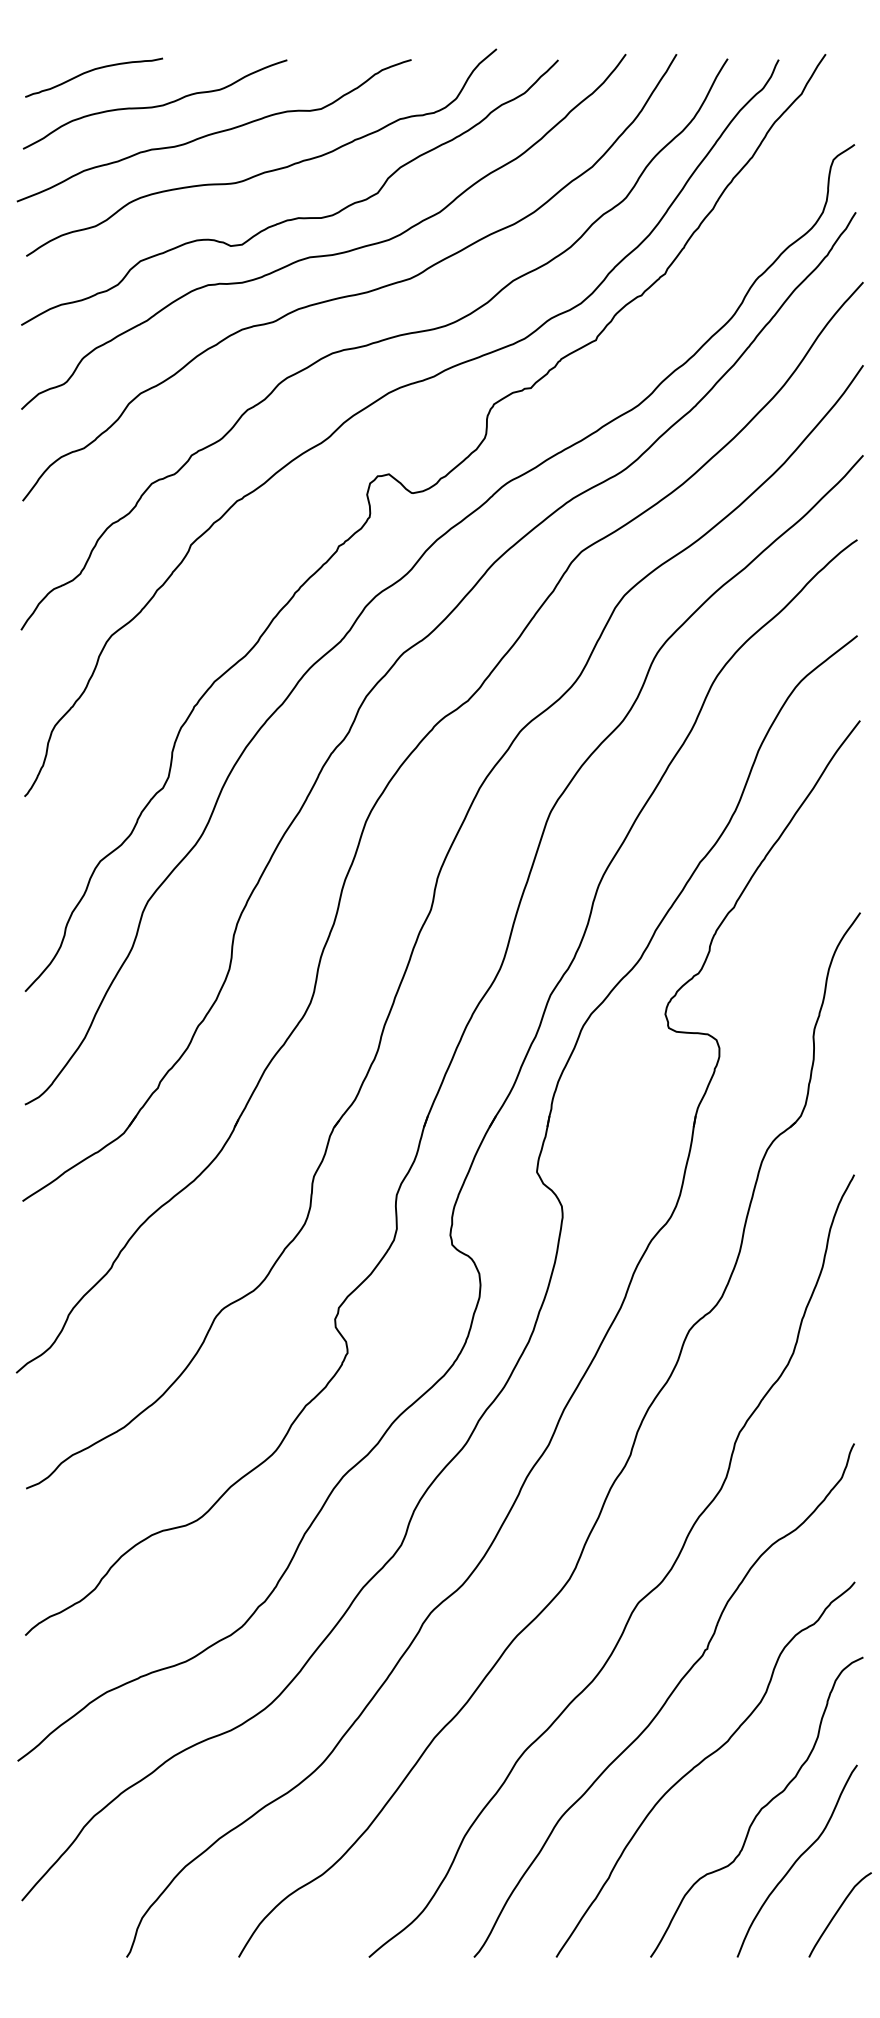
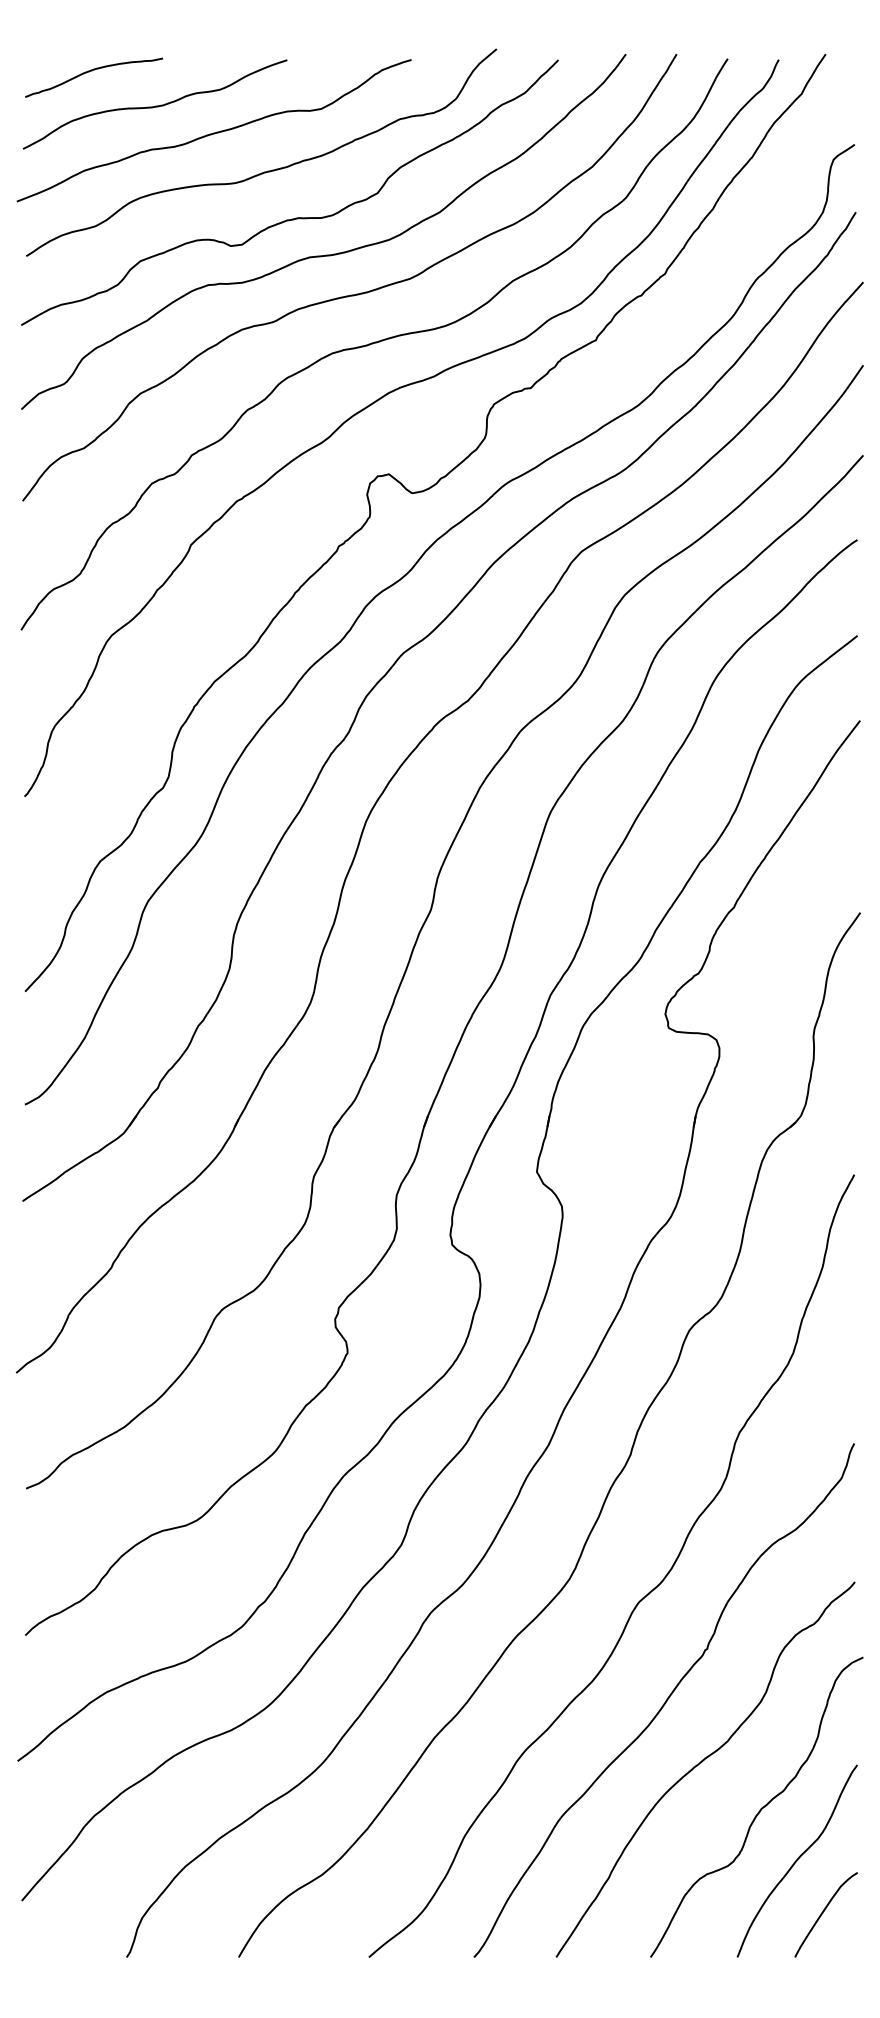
curve at (837, 1913) position: (837, 1913) -> (823, 1913)
